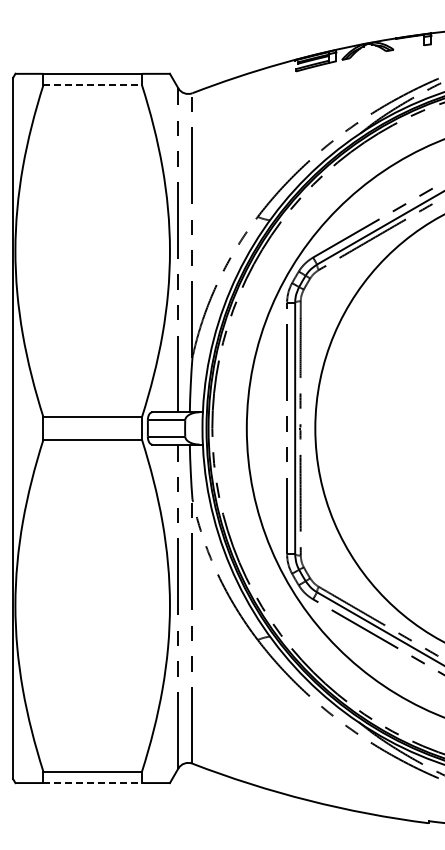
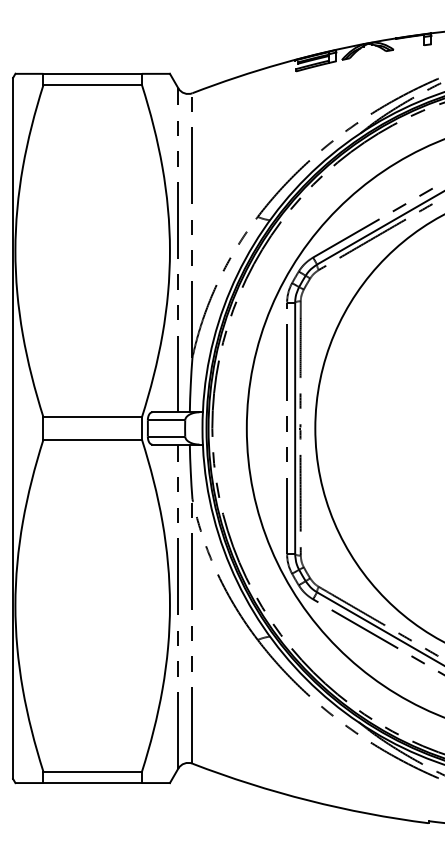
line at (93, 85): dashed -> solid
line at (93, 783): dashed -> solid
